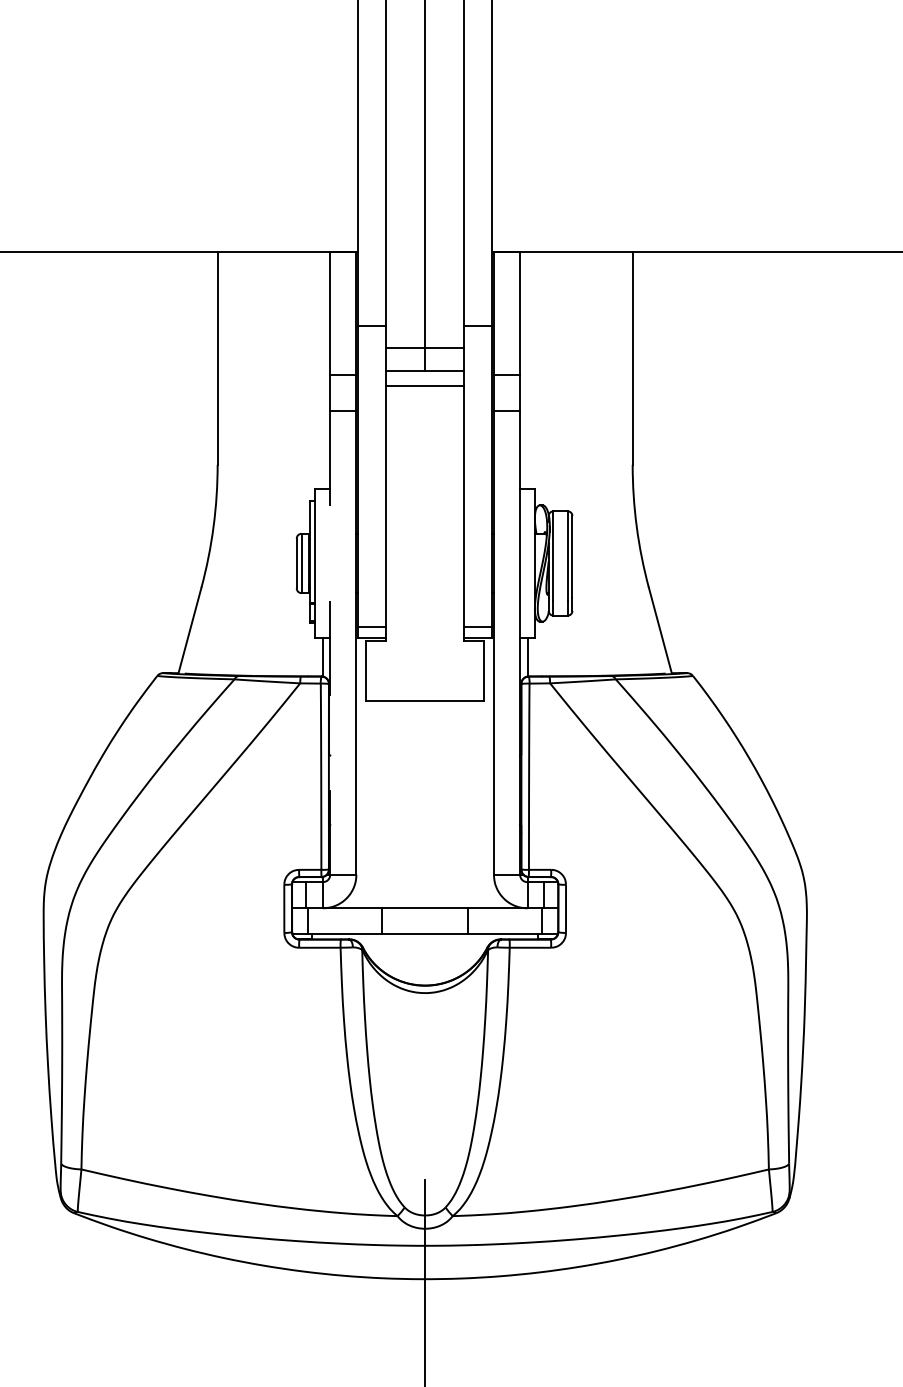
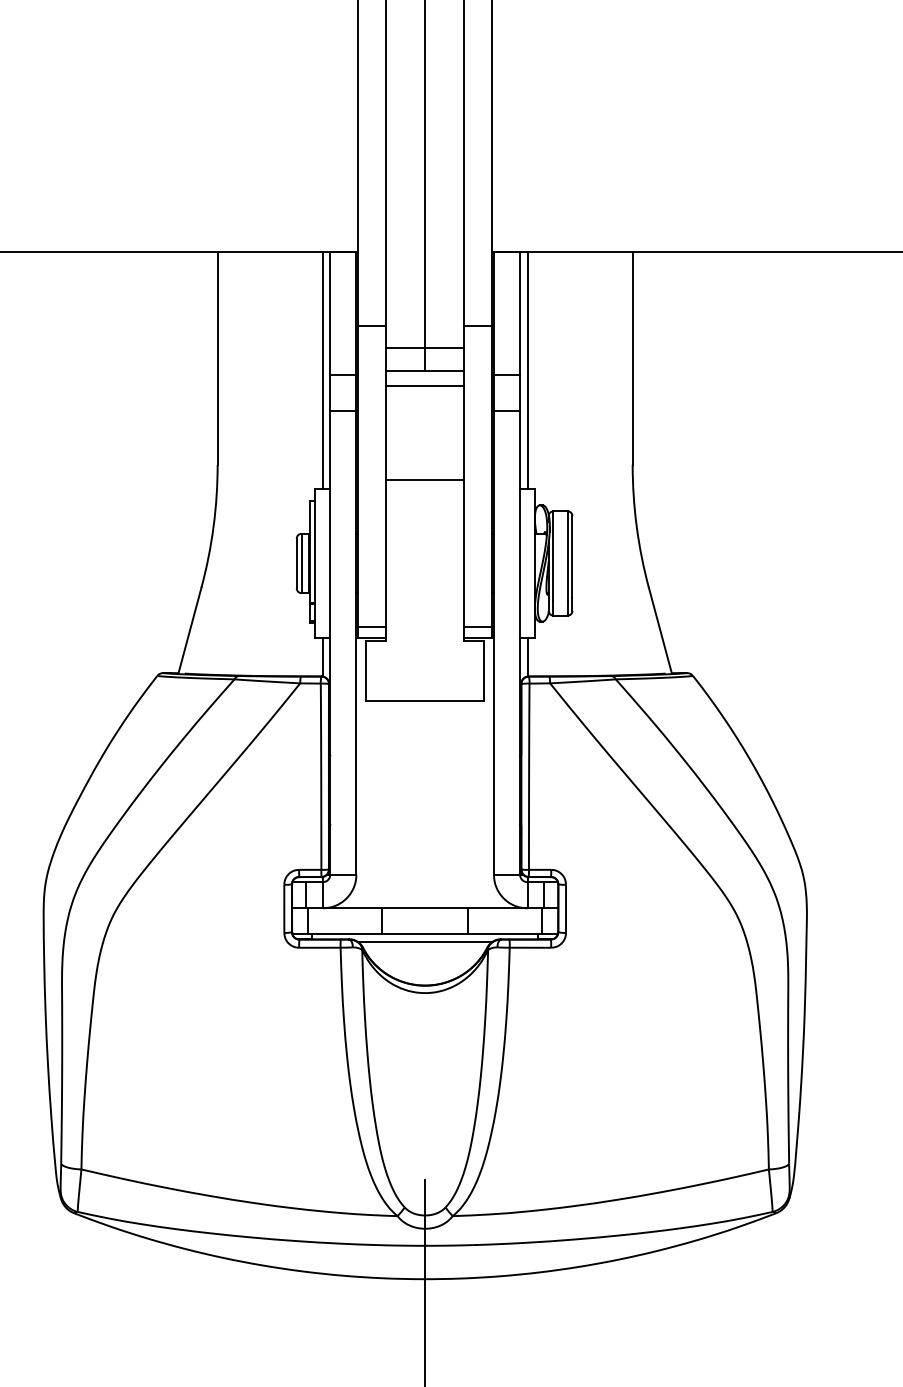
line at (322, 370): none -> present
line at (527, 370): none -> present
line at (425, 480): none -> present
line at (330, 642): dashed -> solid
line at (424, 941): none -> present
